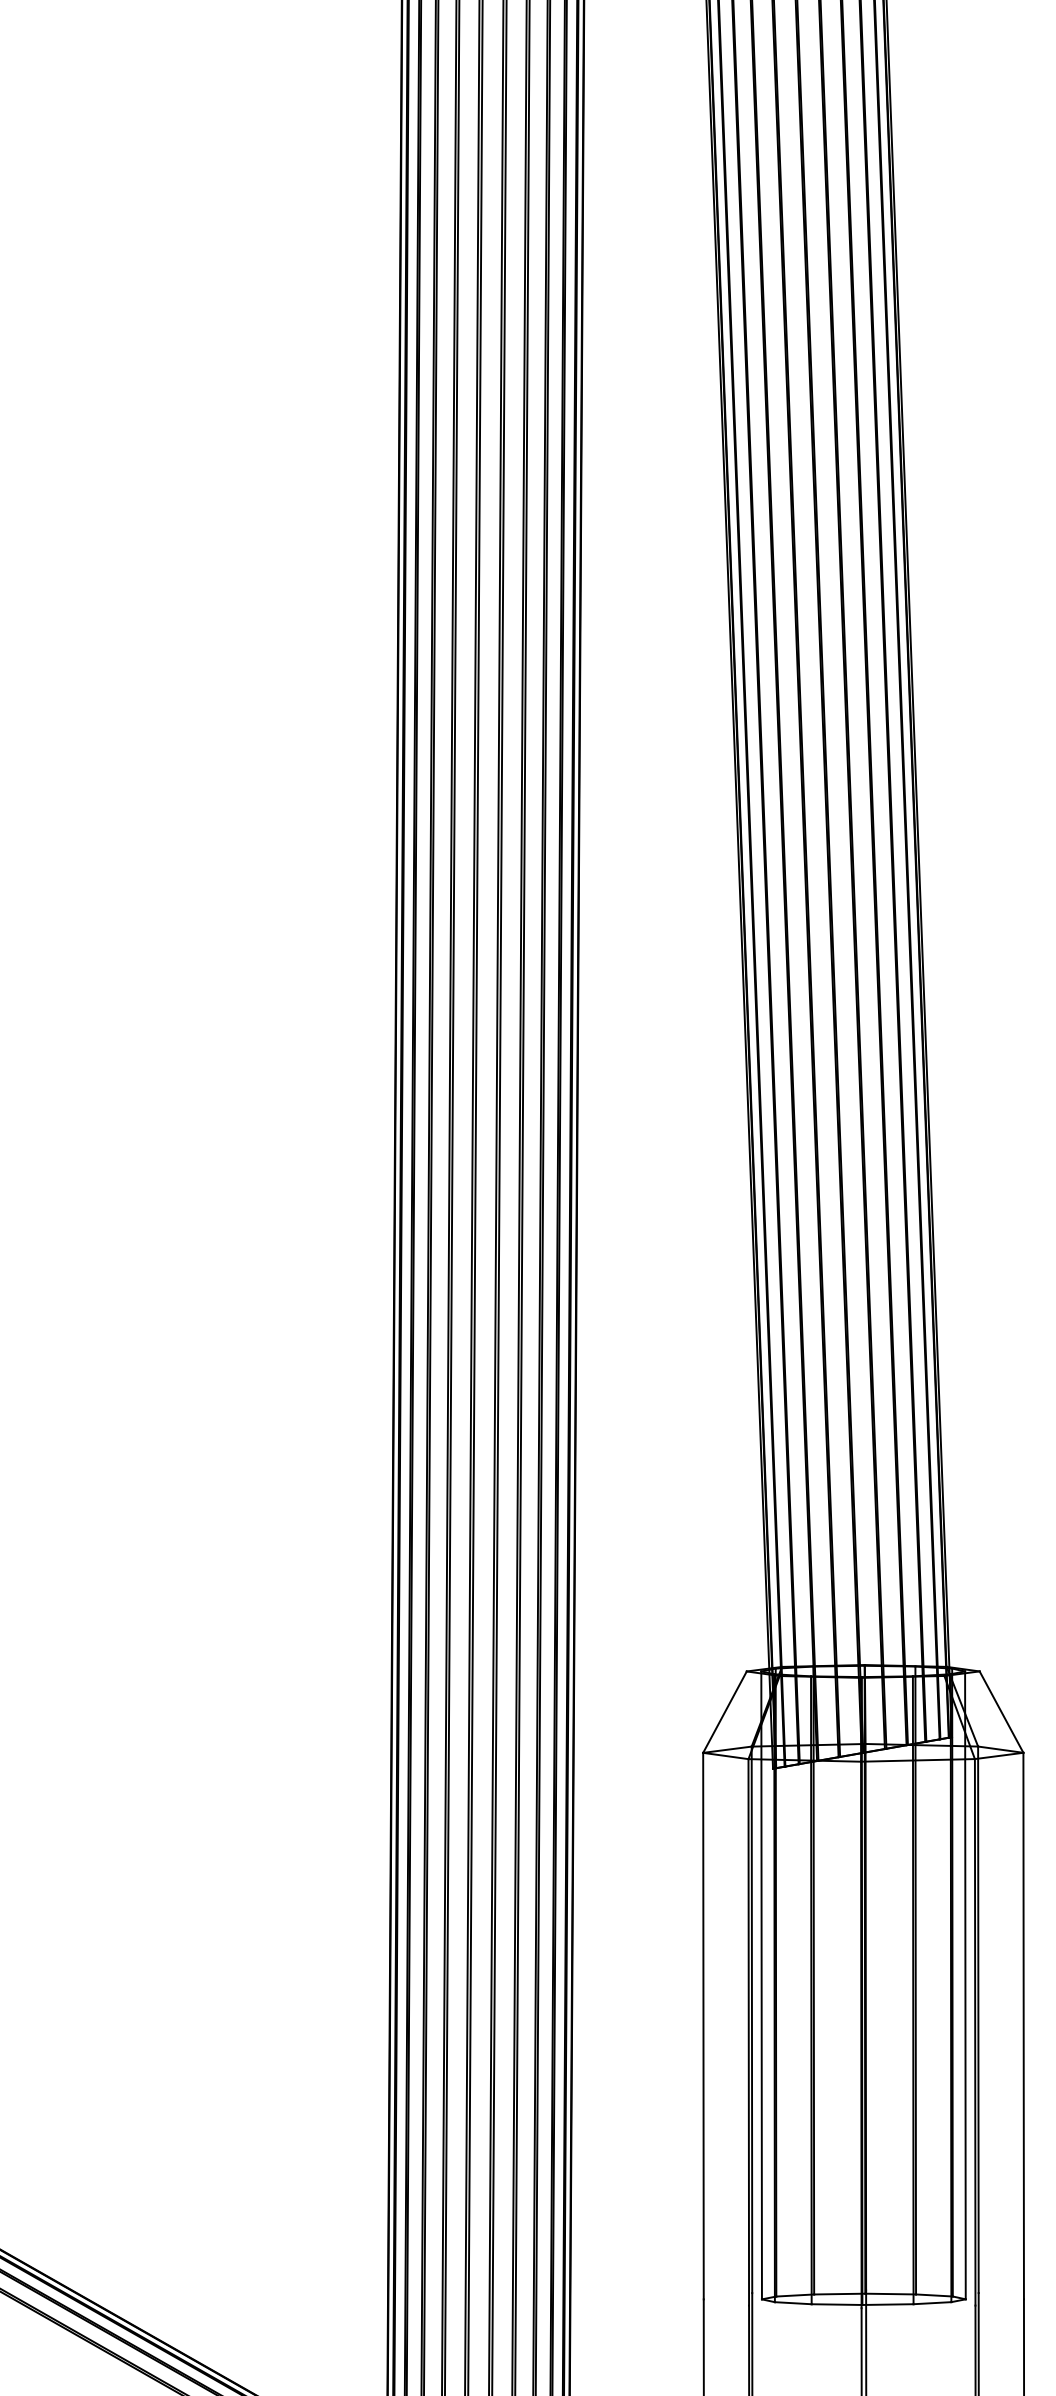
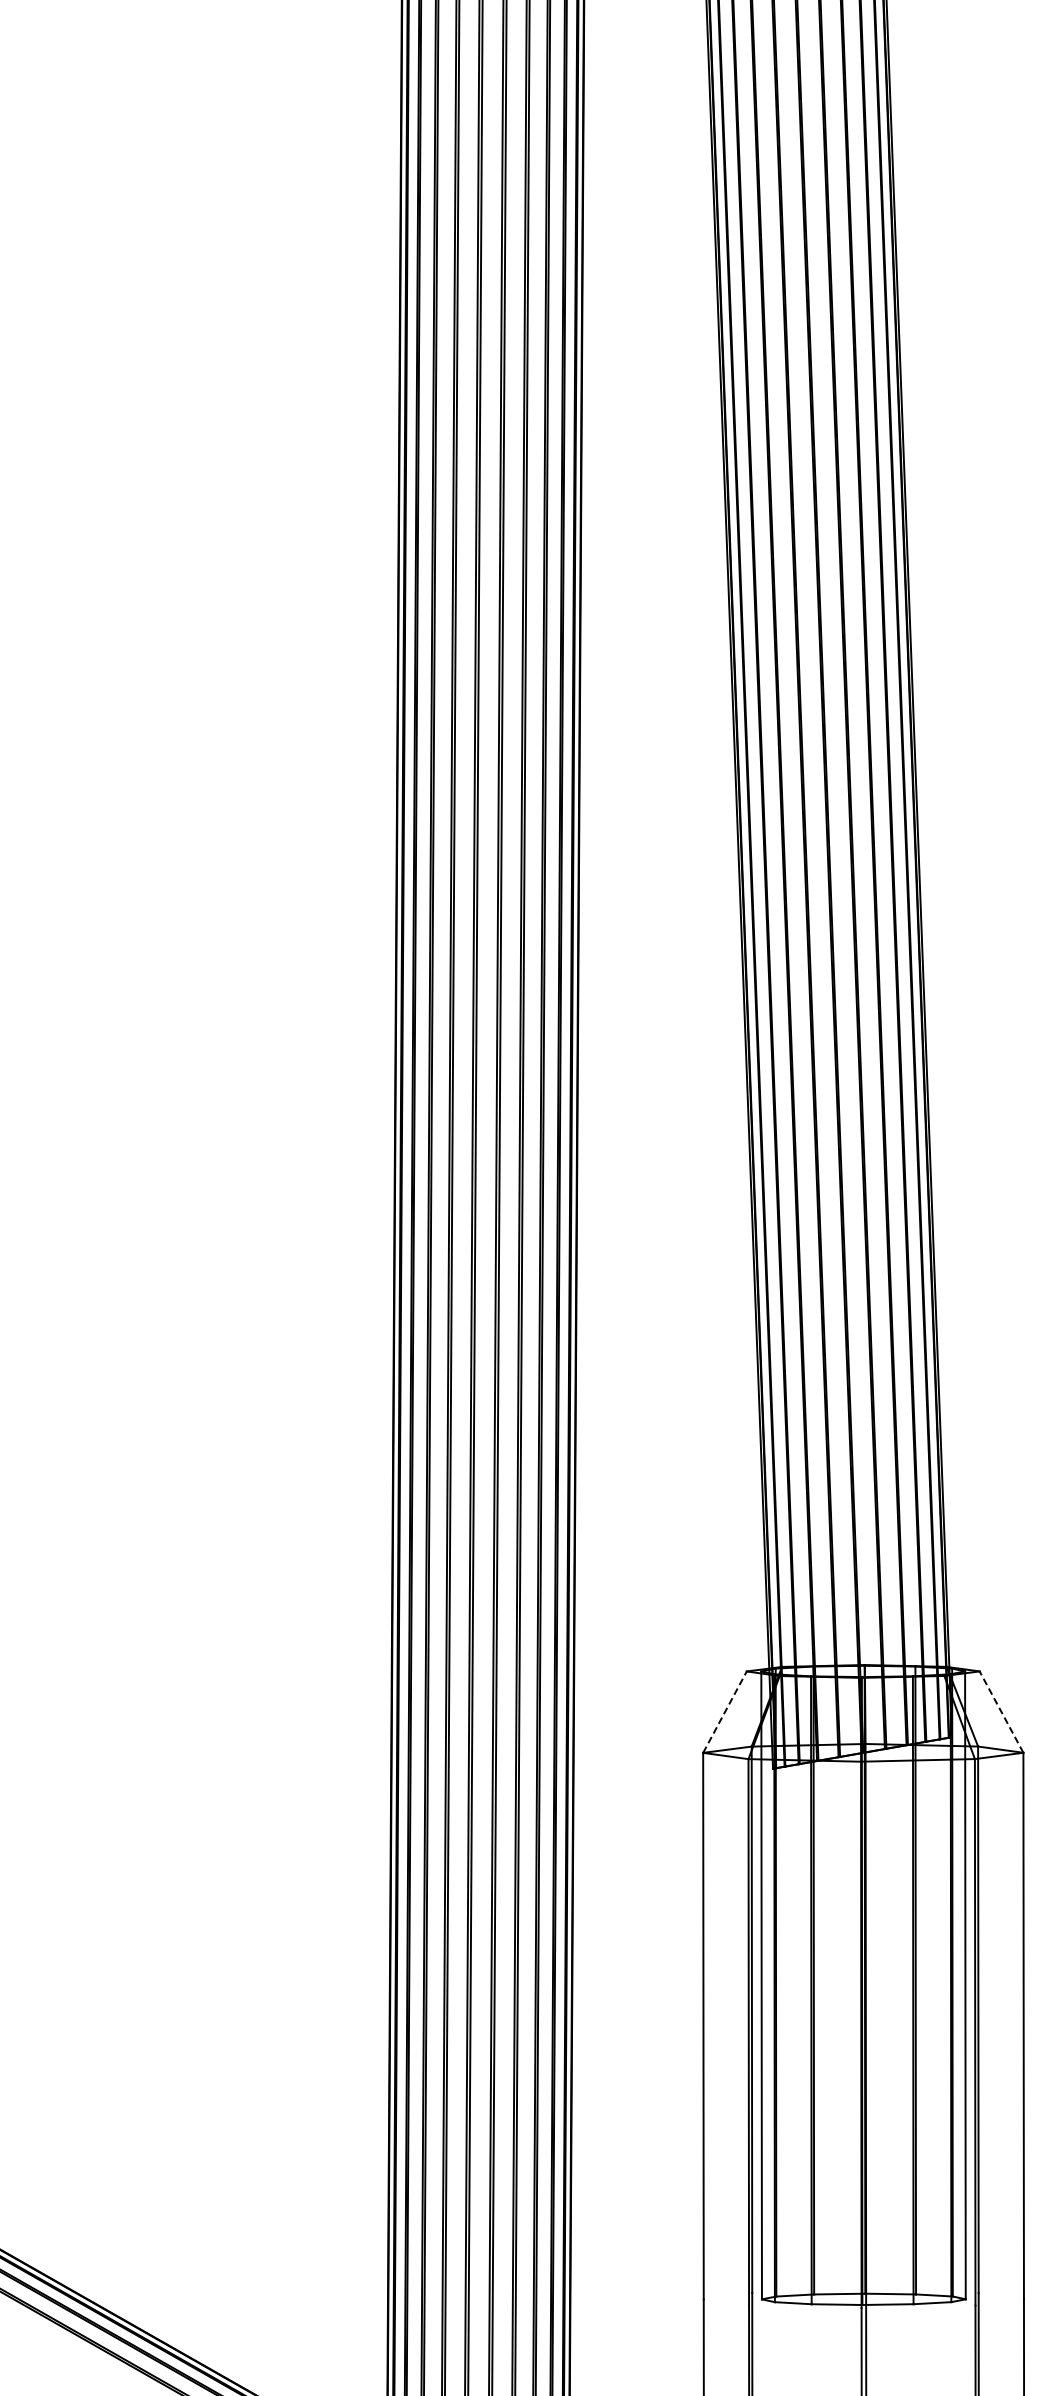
line at (725, 1711): solid -> dashed
line at (1001, 1711): solid -> dashed
